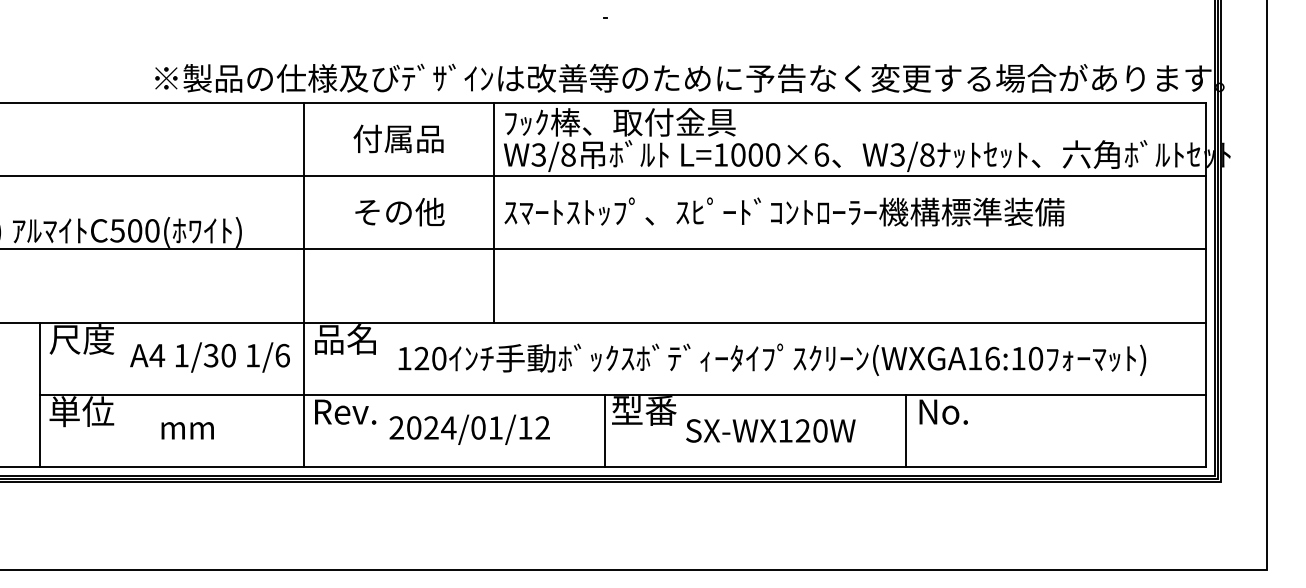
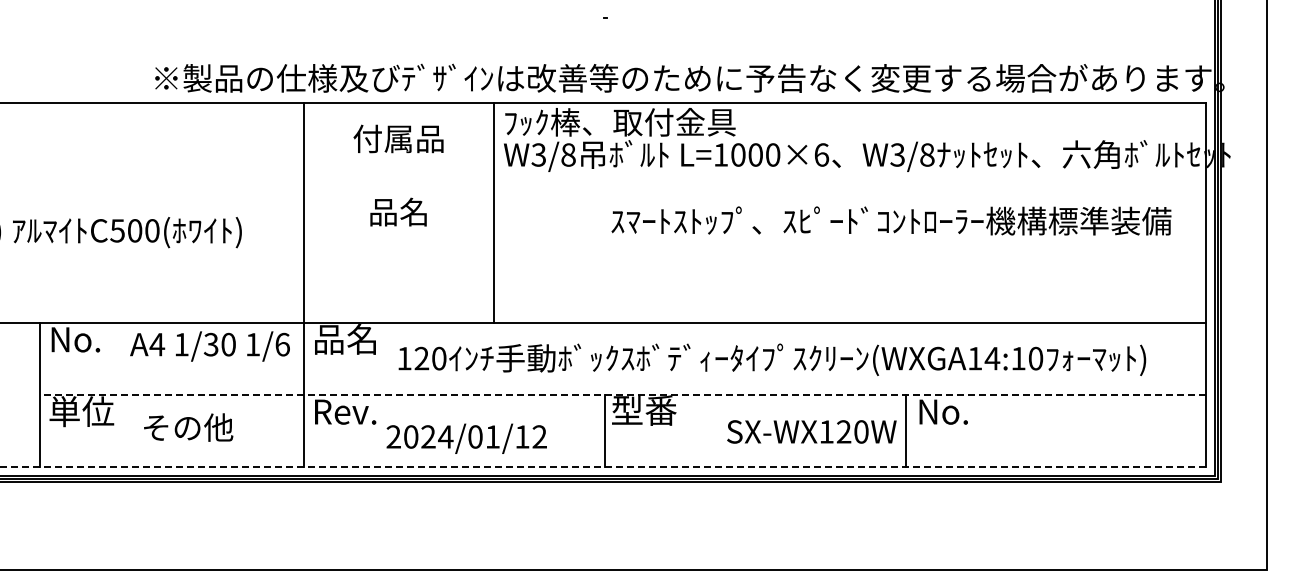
line at (604, 175): present -> none
text at (399, 211): その他 -> 品名
text at (784, 211) position: (784, 211) -> (891, 220)
line at (604, 249): present -> none
text at (81, 339): 尺度 -> No.
text at (209, 357) position: (209, 357) -> (209, 346)
text at (992, 358): (WXGA16:10 -> (WXGA14:10
line at (623, 394): solid -> dashed
text at (188, 427): mm -> その他
text at (469, 429) position: (469, 429) -> (466, 438)
text at (770, 430) position: (770, 430) -> (811, 431)
line at (603, 467): solid -> dashed
